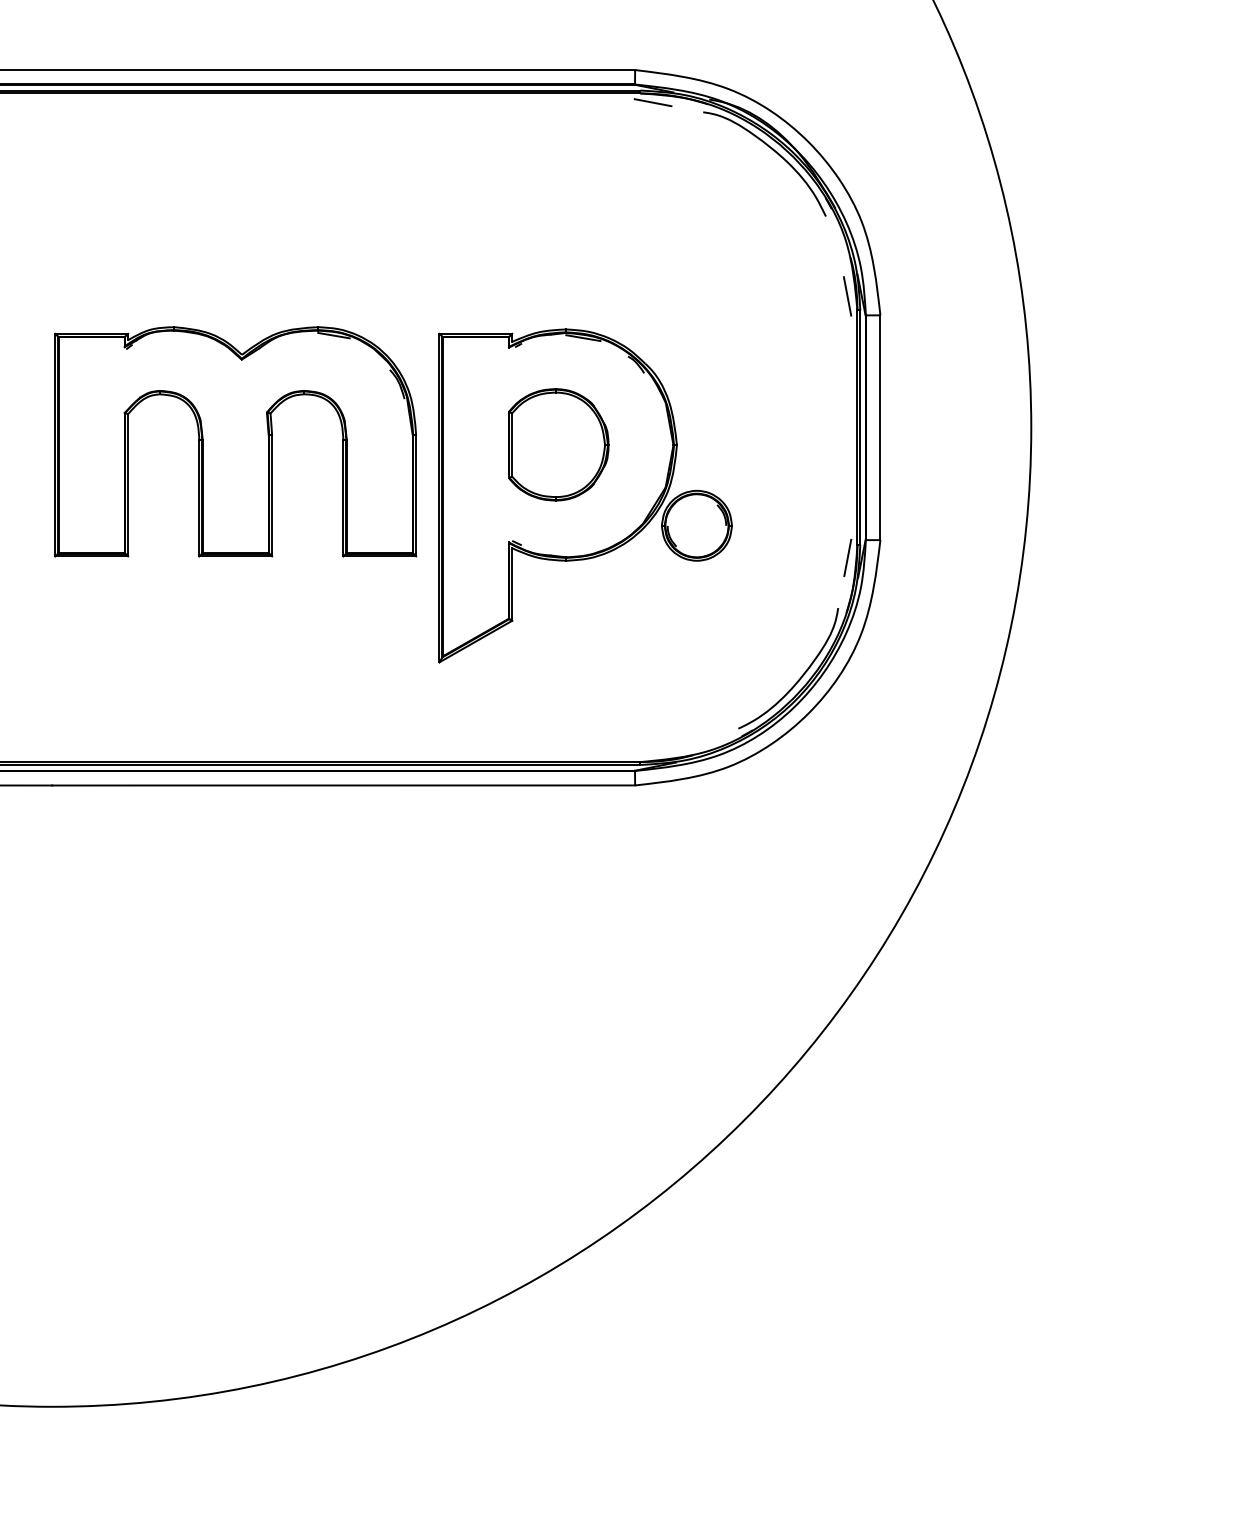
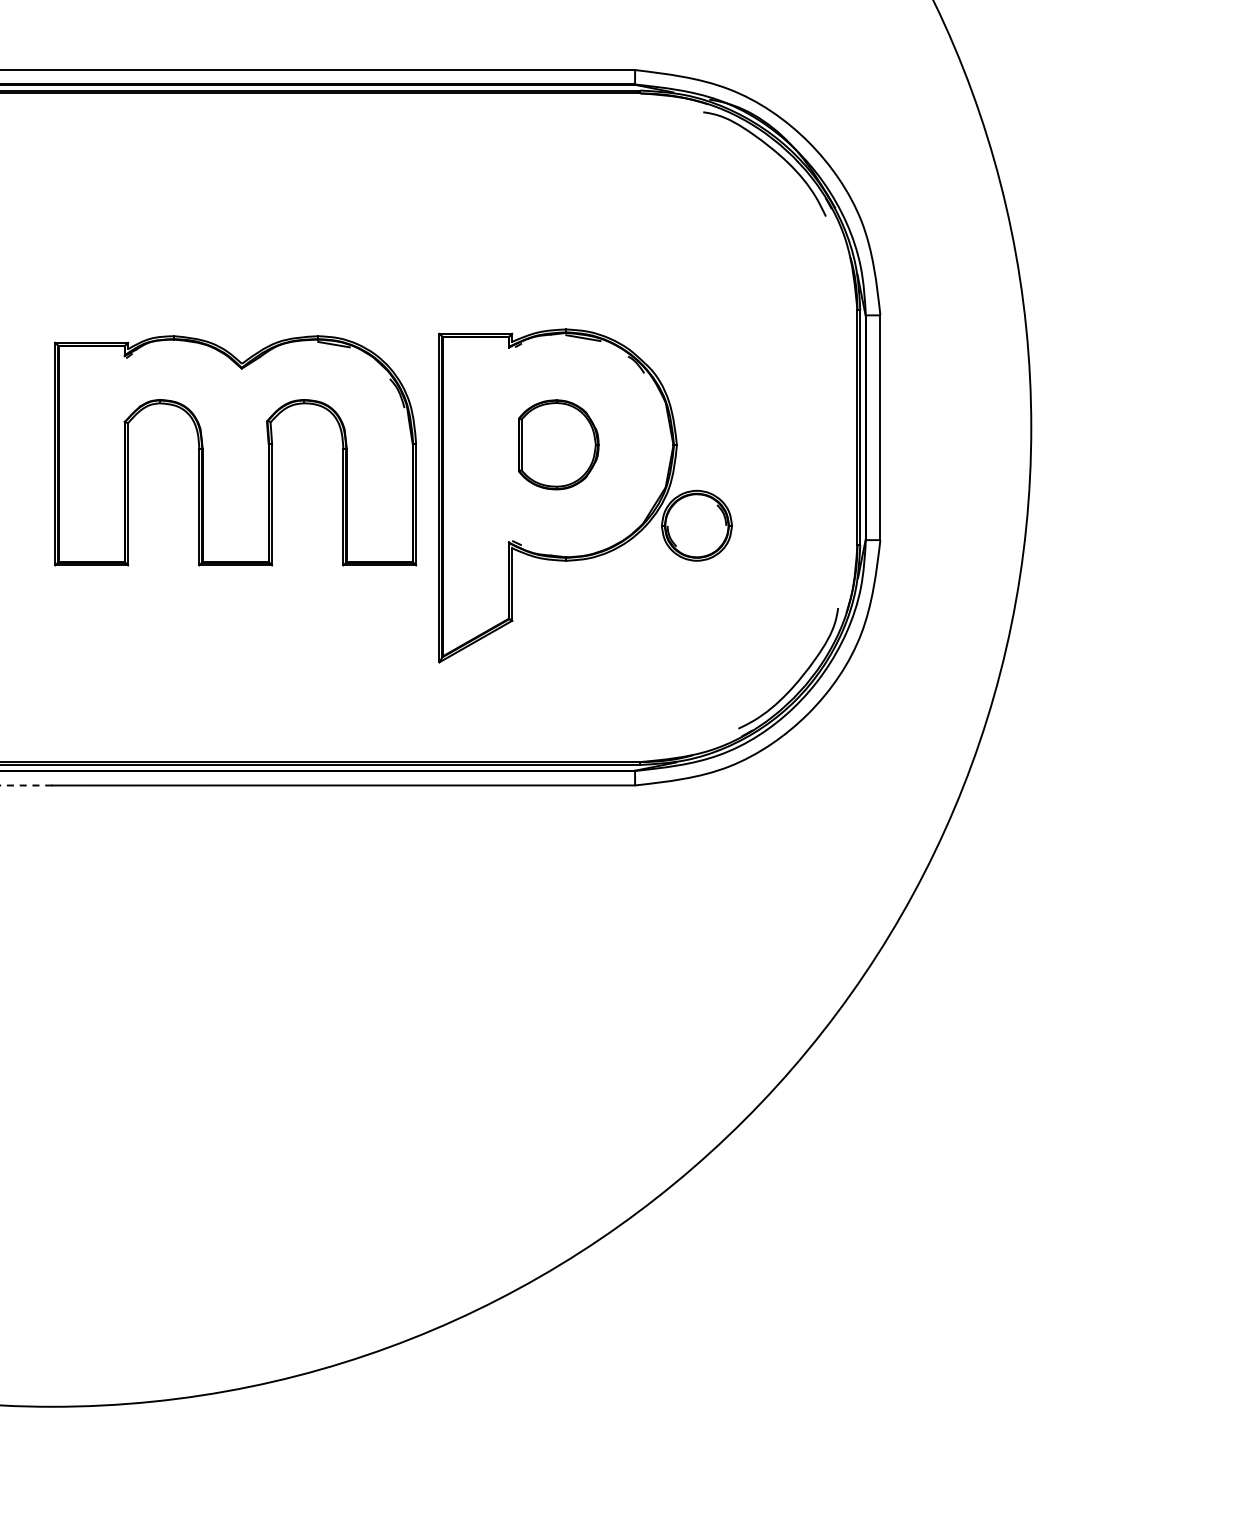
line at (652, 102): present -> none
line at (847, 296): present -> none
part at (235, 441) position: (235, 441) -> (235, 450)
part at (558, 444) size: 102x114 px -> 82x92 px
line at (847, 557): present -> none
line at (26, 785): solid -> dashed
